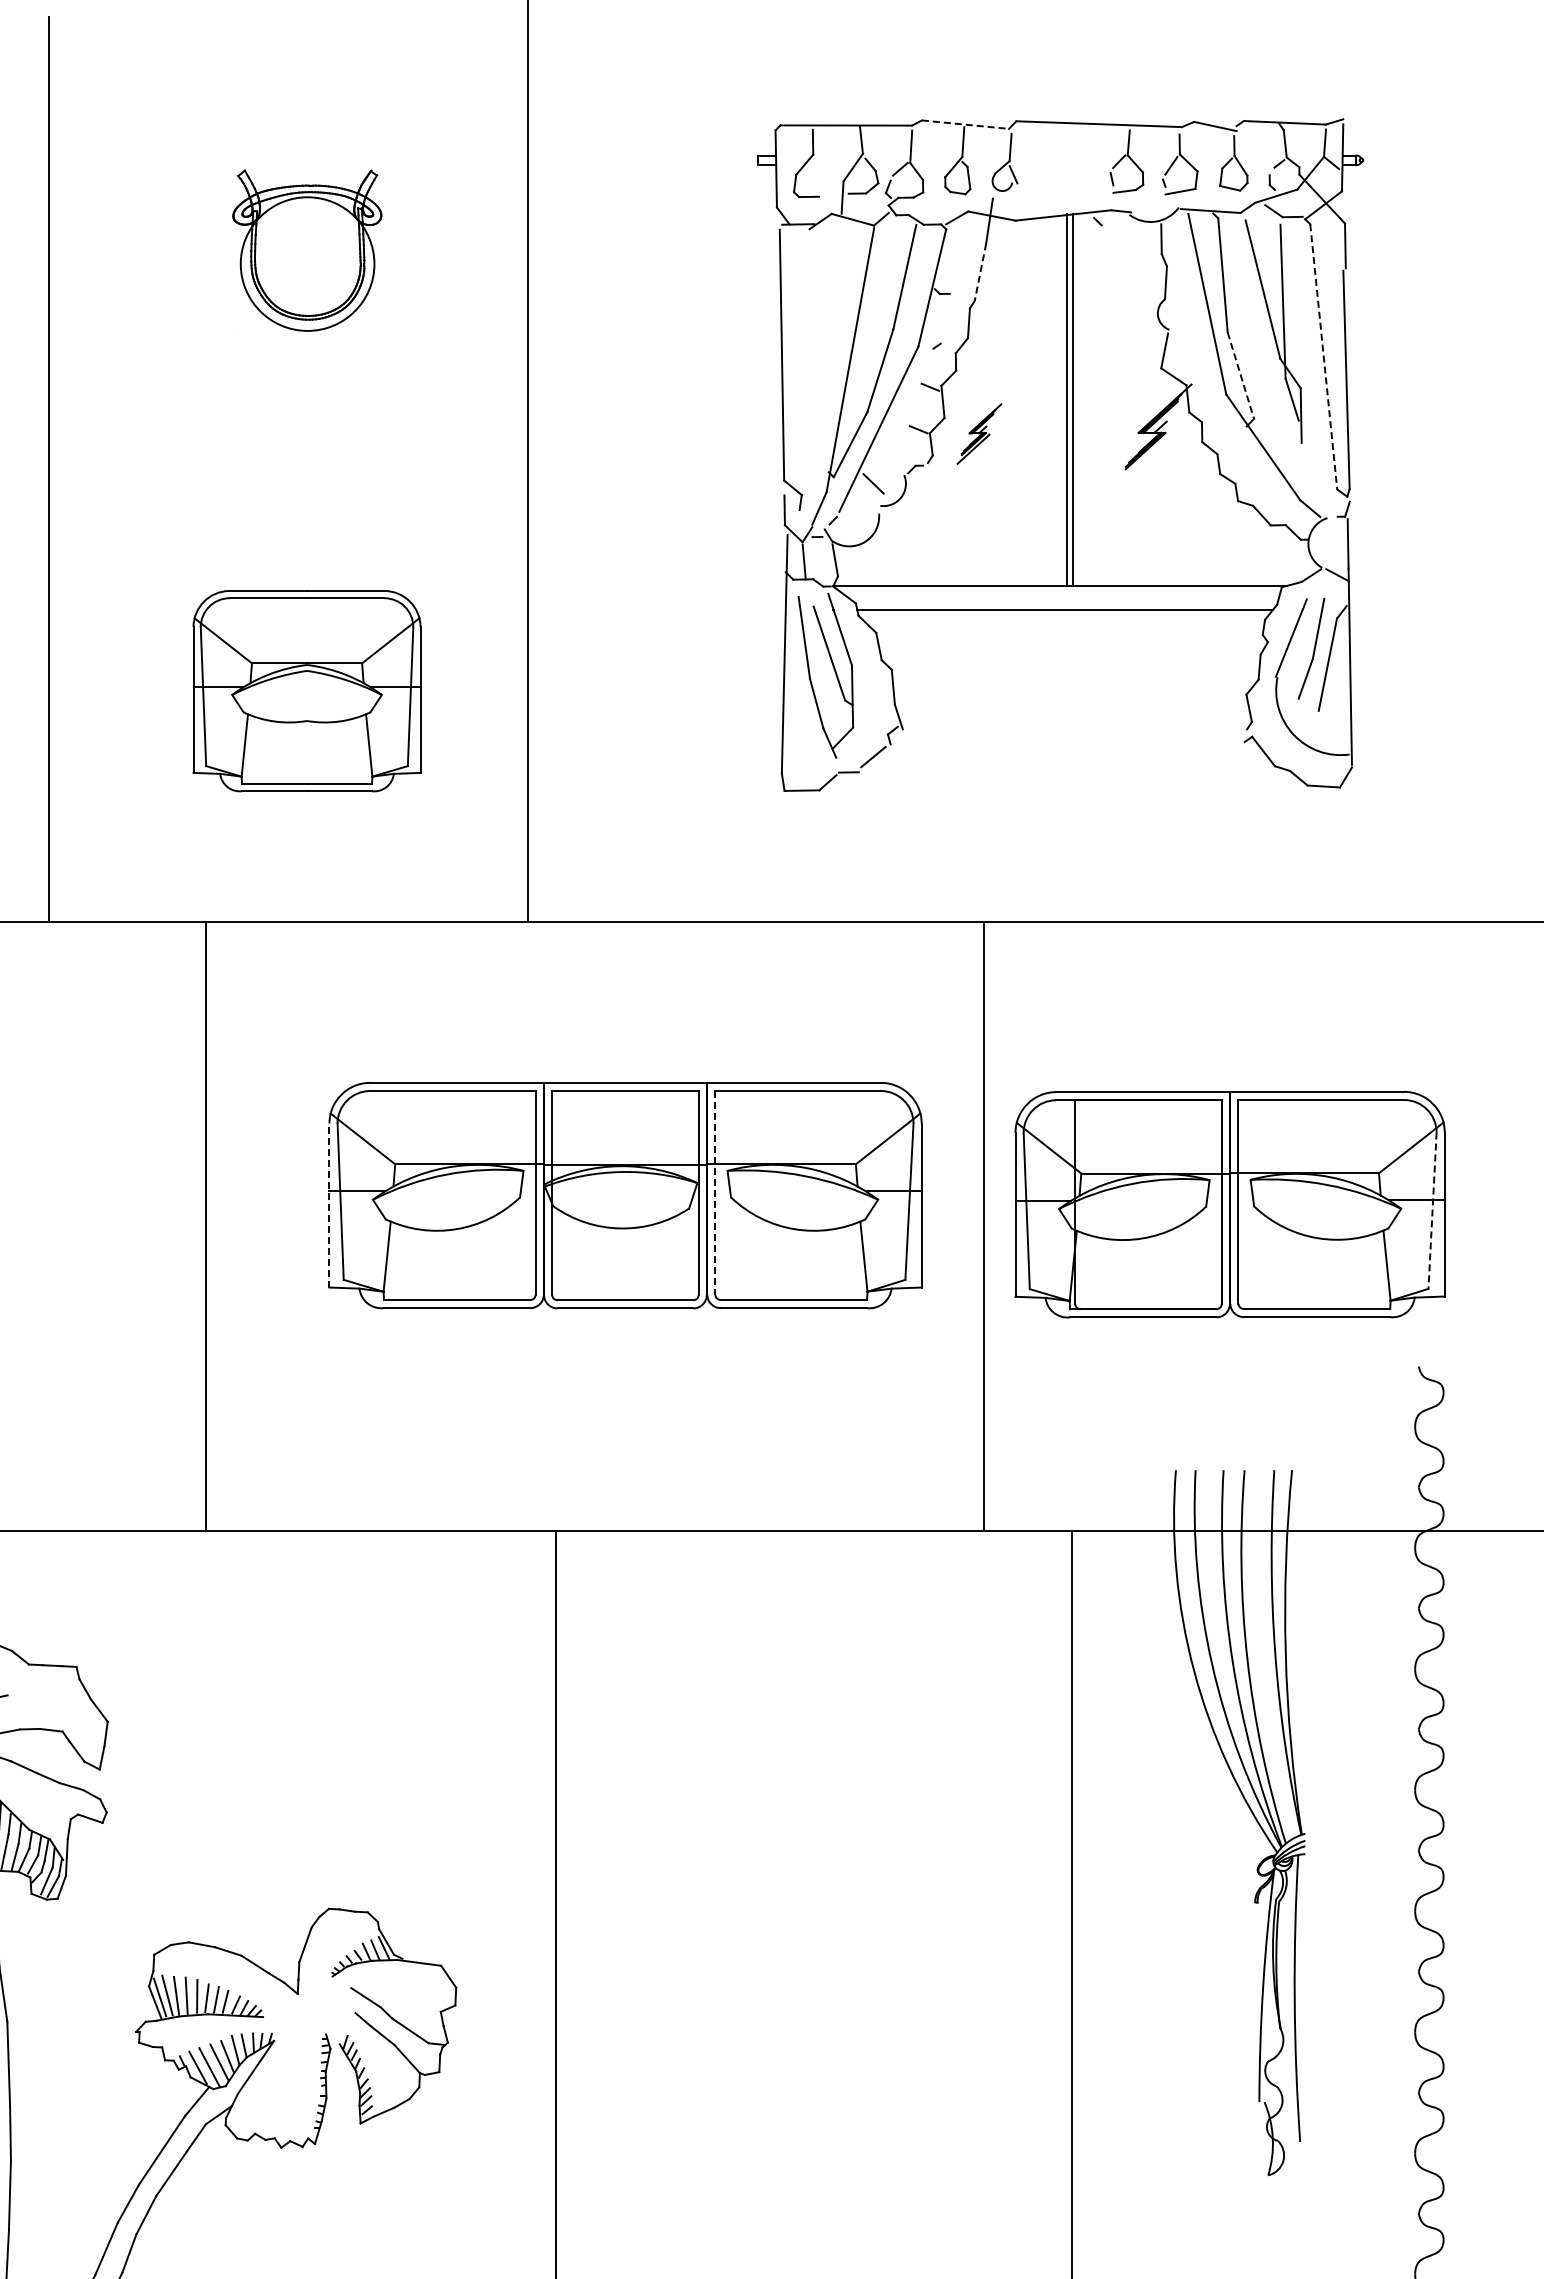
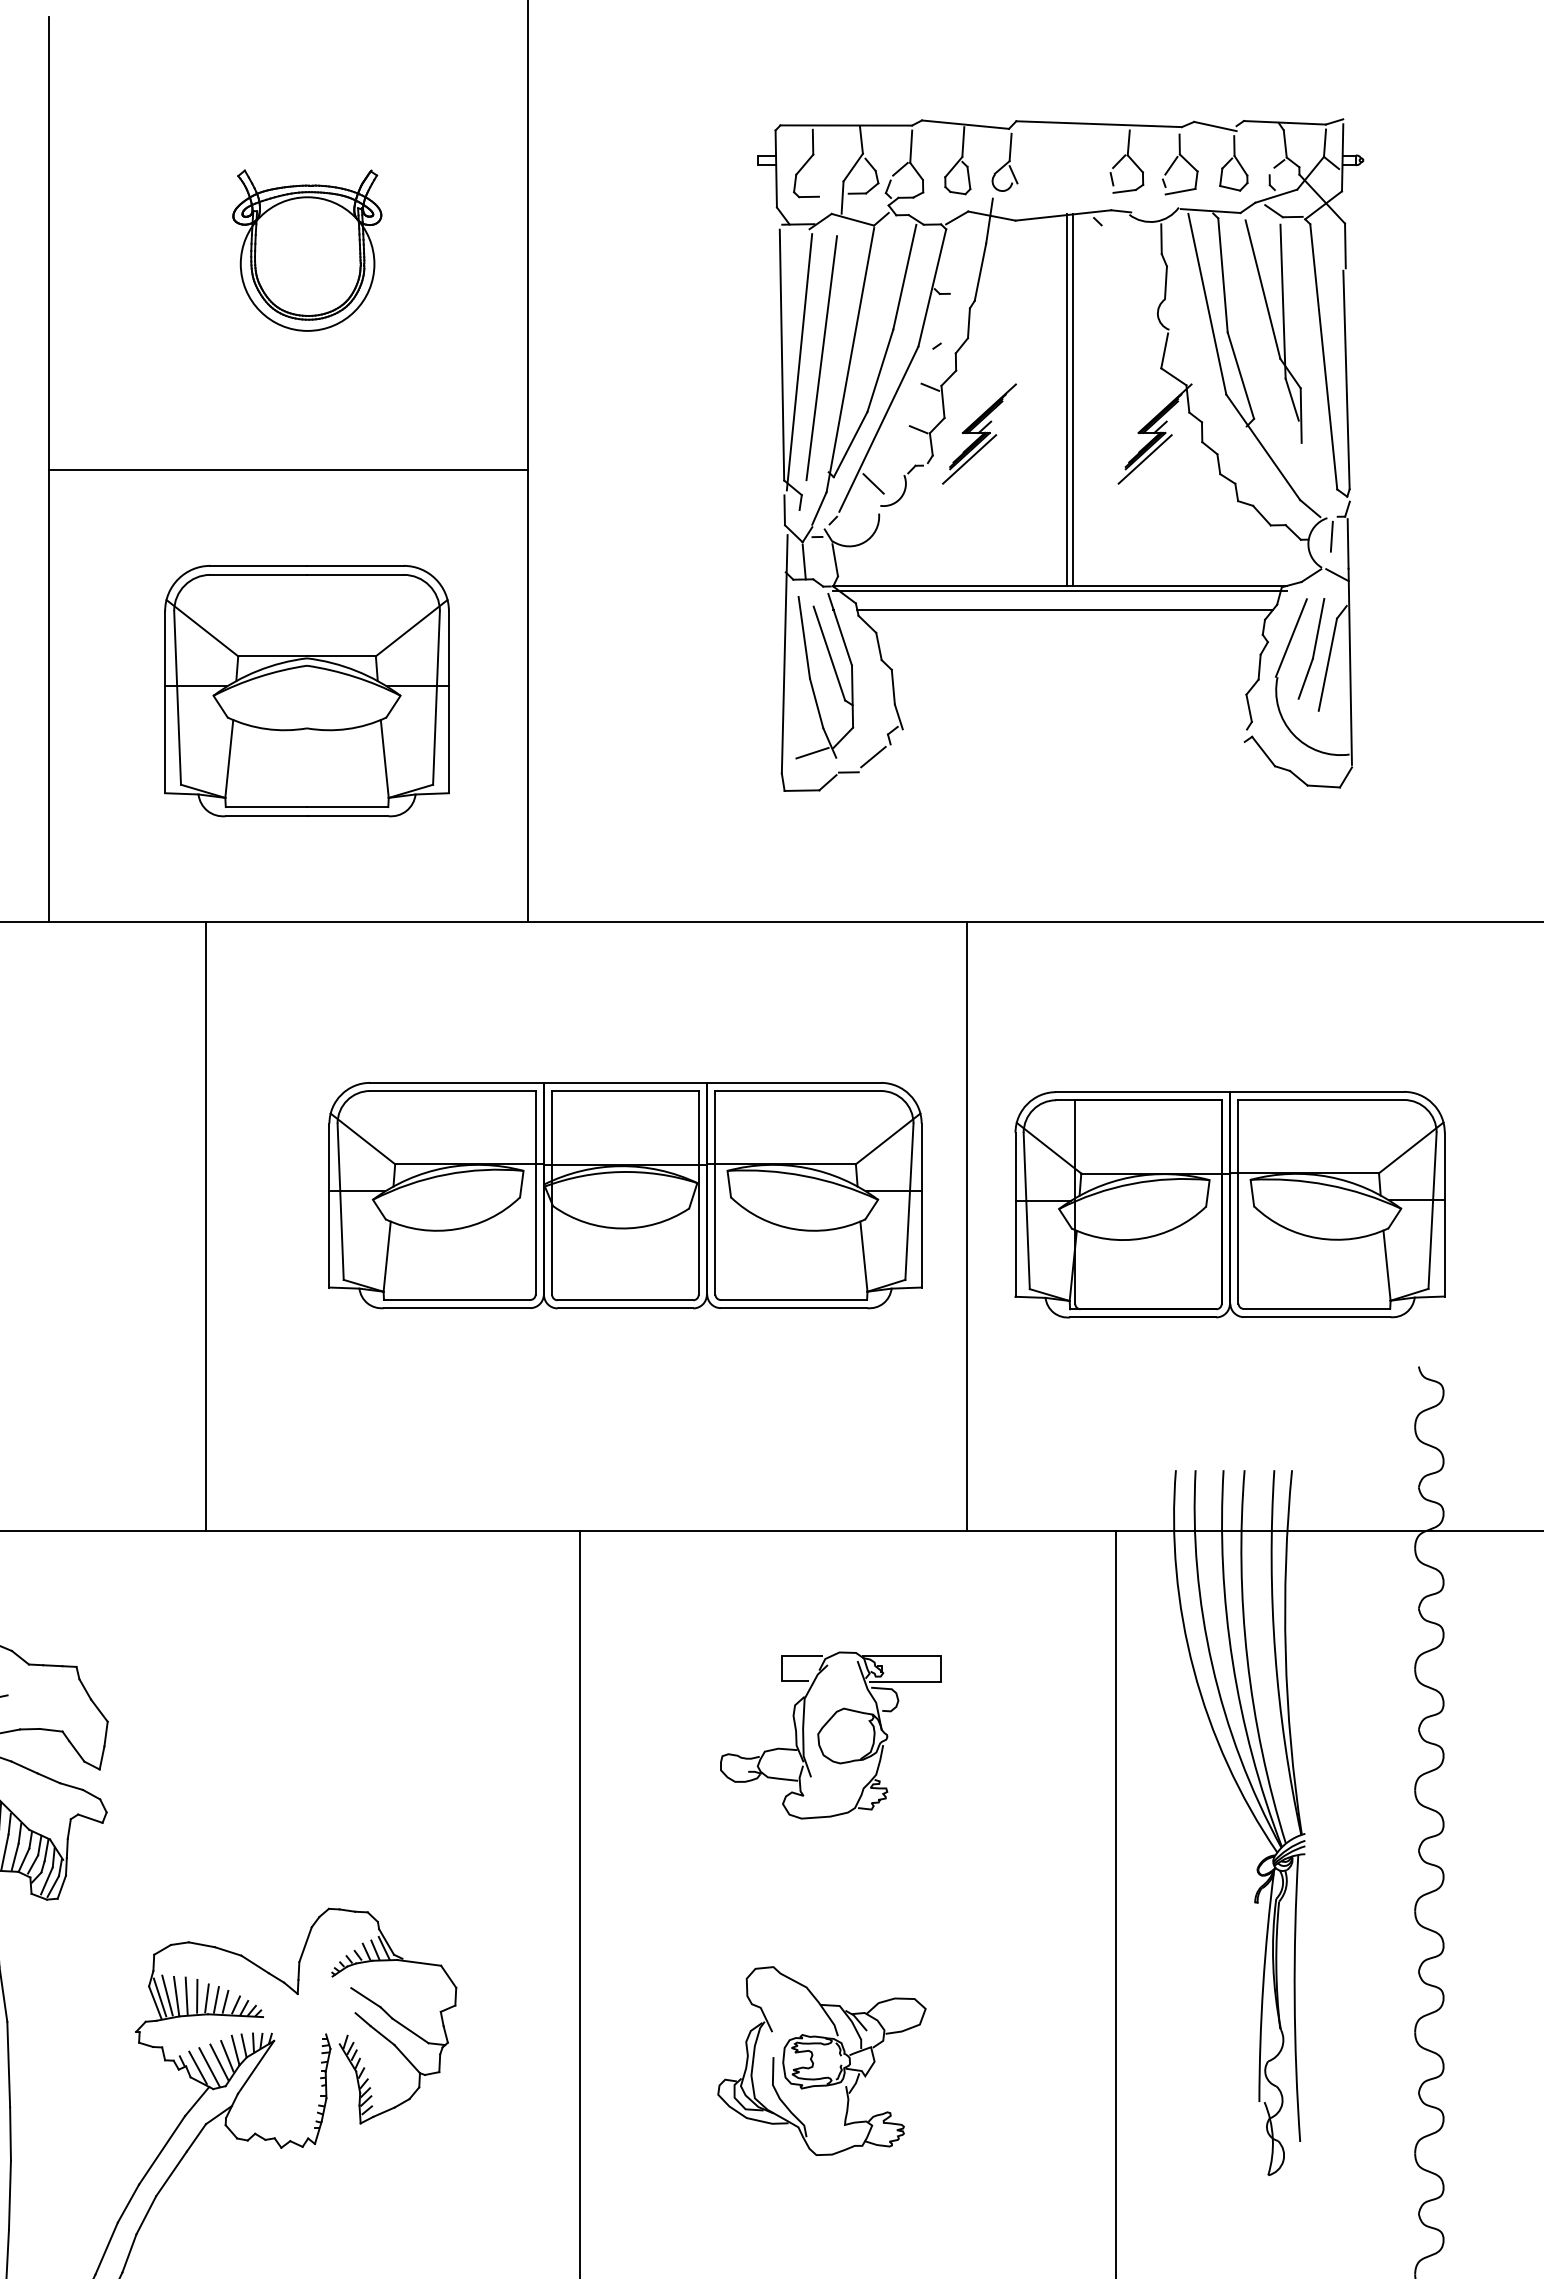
line at (965, 124): dashed -> solid
line at (980, 272): dashed -> solid
line at (1323, 357): dashed -> solid
line at (821, 358): none -> present
line at (799, 362): none -> present
line at (1241, 376): dashed -> solid
part at (979, 433) size: 47x62 px -> 75x102 px
line at (1144, 459): none -> present
line at (288, 469): none -> present
line at (1331, 536): none -> present
line at (1059, 590): none -> present
part at (306, 691) size: 230x203 px -> 286x253 px
line at (812, 752): none -> present
line at (715, 1192): dashed -> solid
line at (329, 1205): dashed -> solid
line at (1432, 1211): dashed -> solid
line at (984, 1226) position: (984, 1226) -> (967, 1226)
part at (830, 1735): none -> present
line at (556, 1903) position: (556, 1903) -> (580, 1903)
line at (1071, 1903) position: (1071, 1903) -> (1115, 1903)
part at (821, 2060): none -> present
